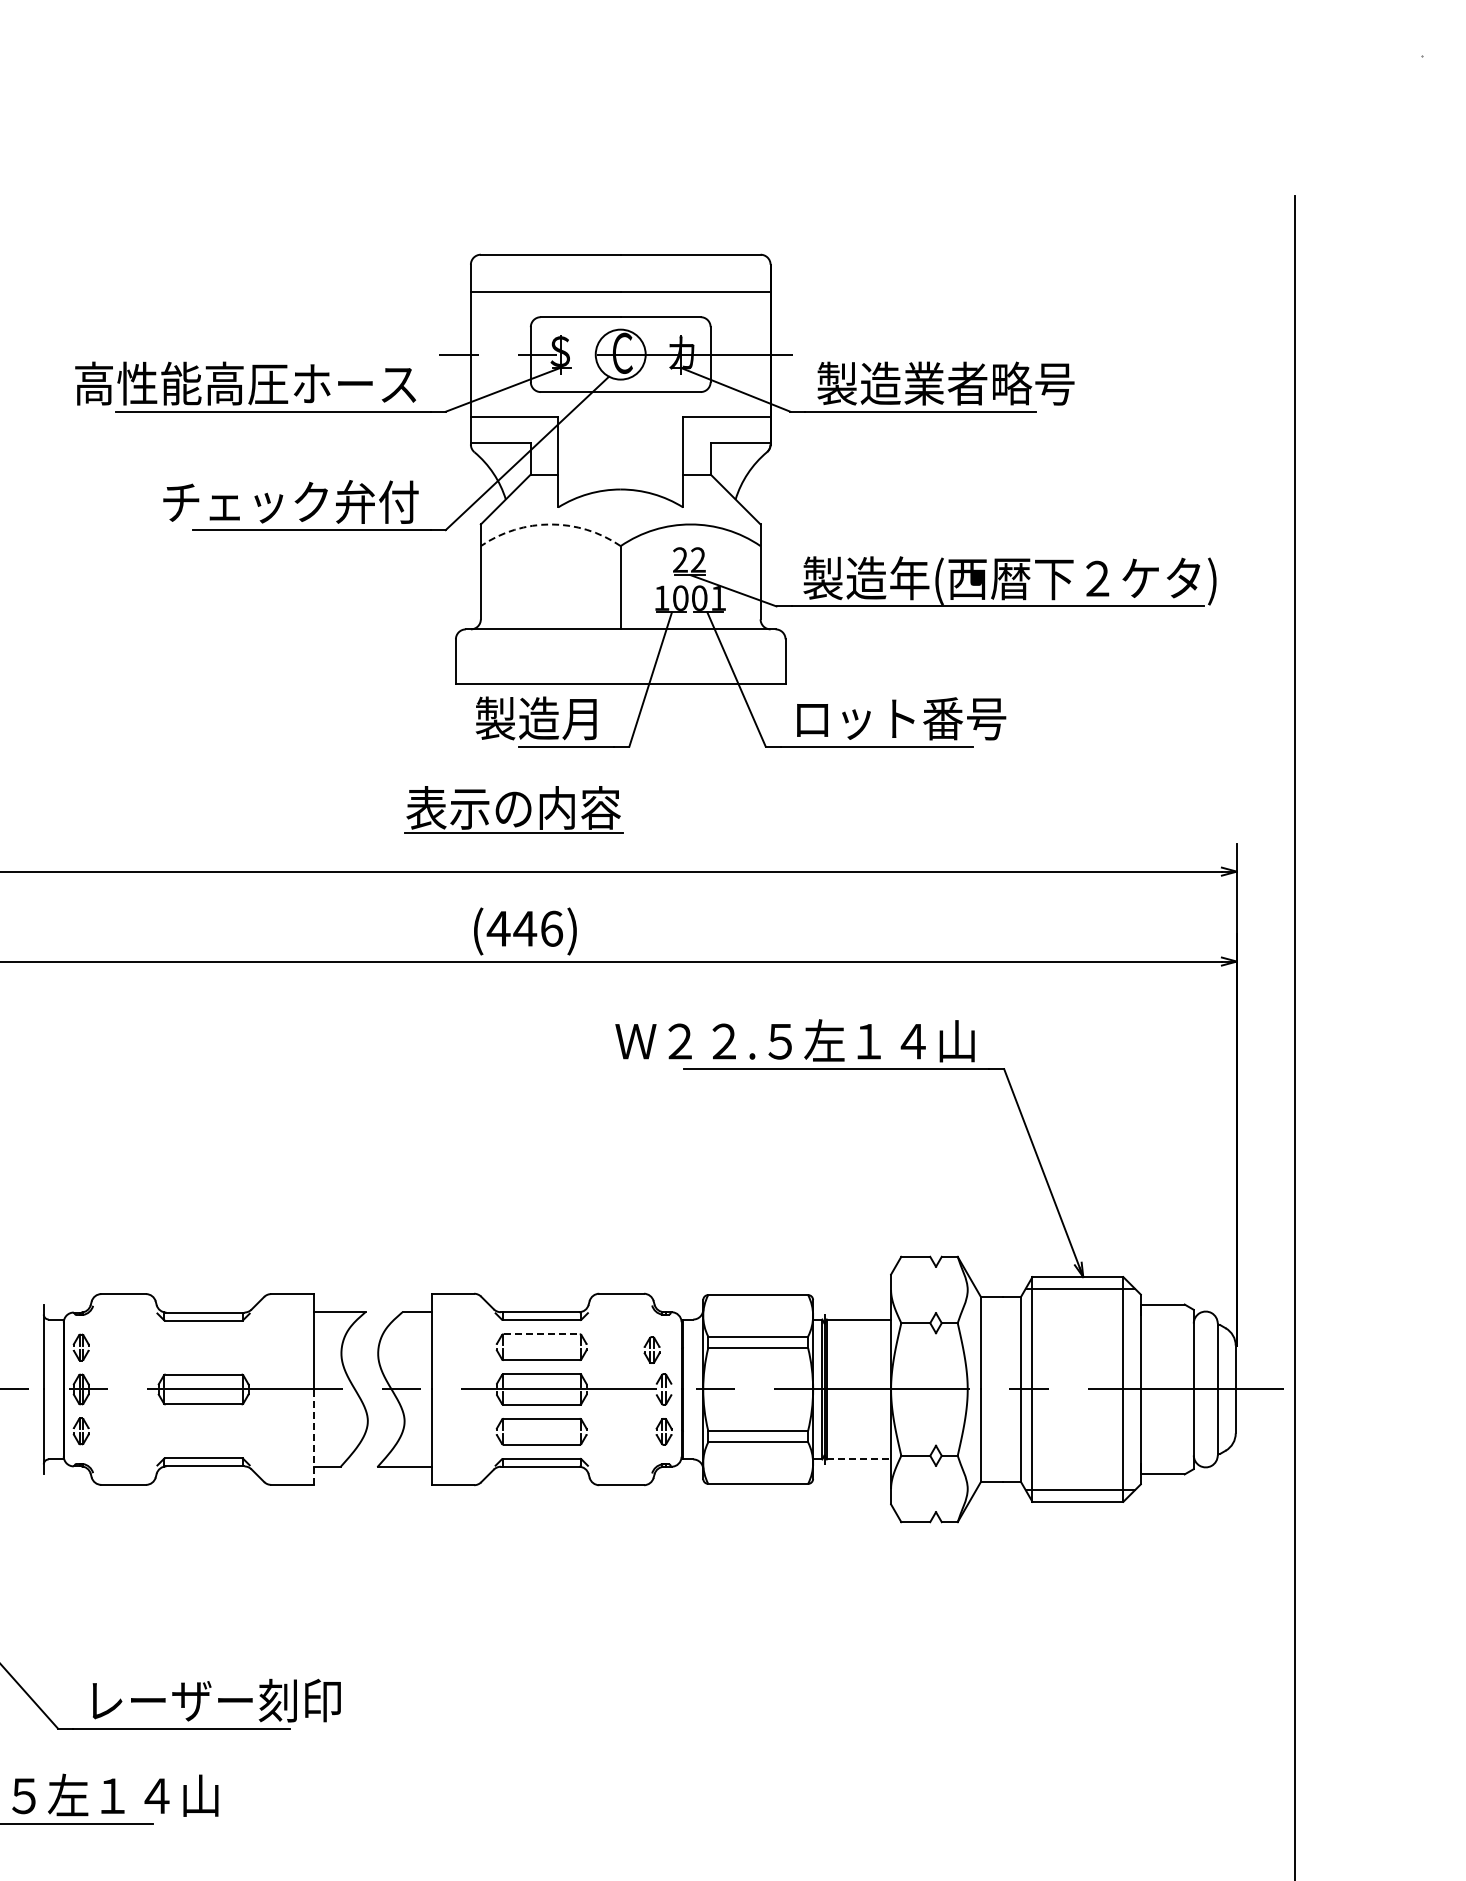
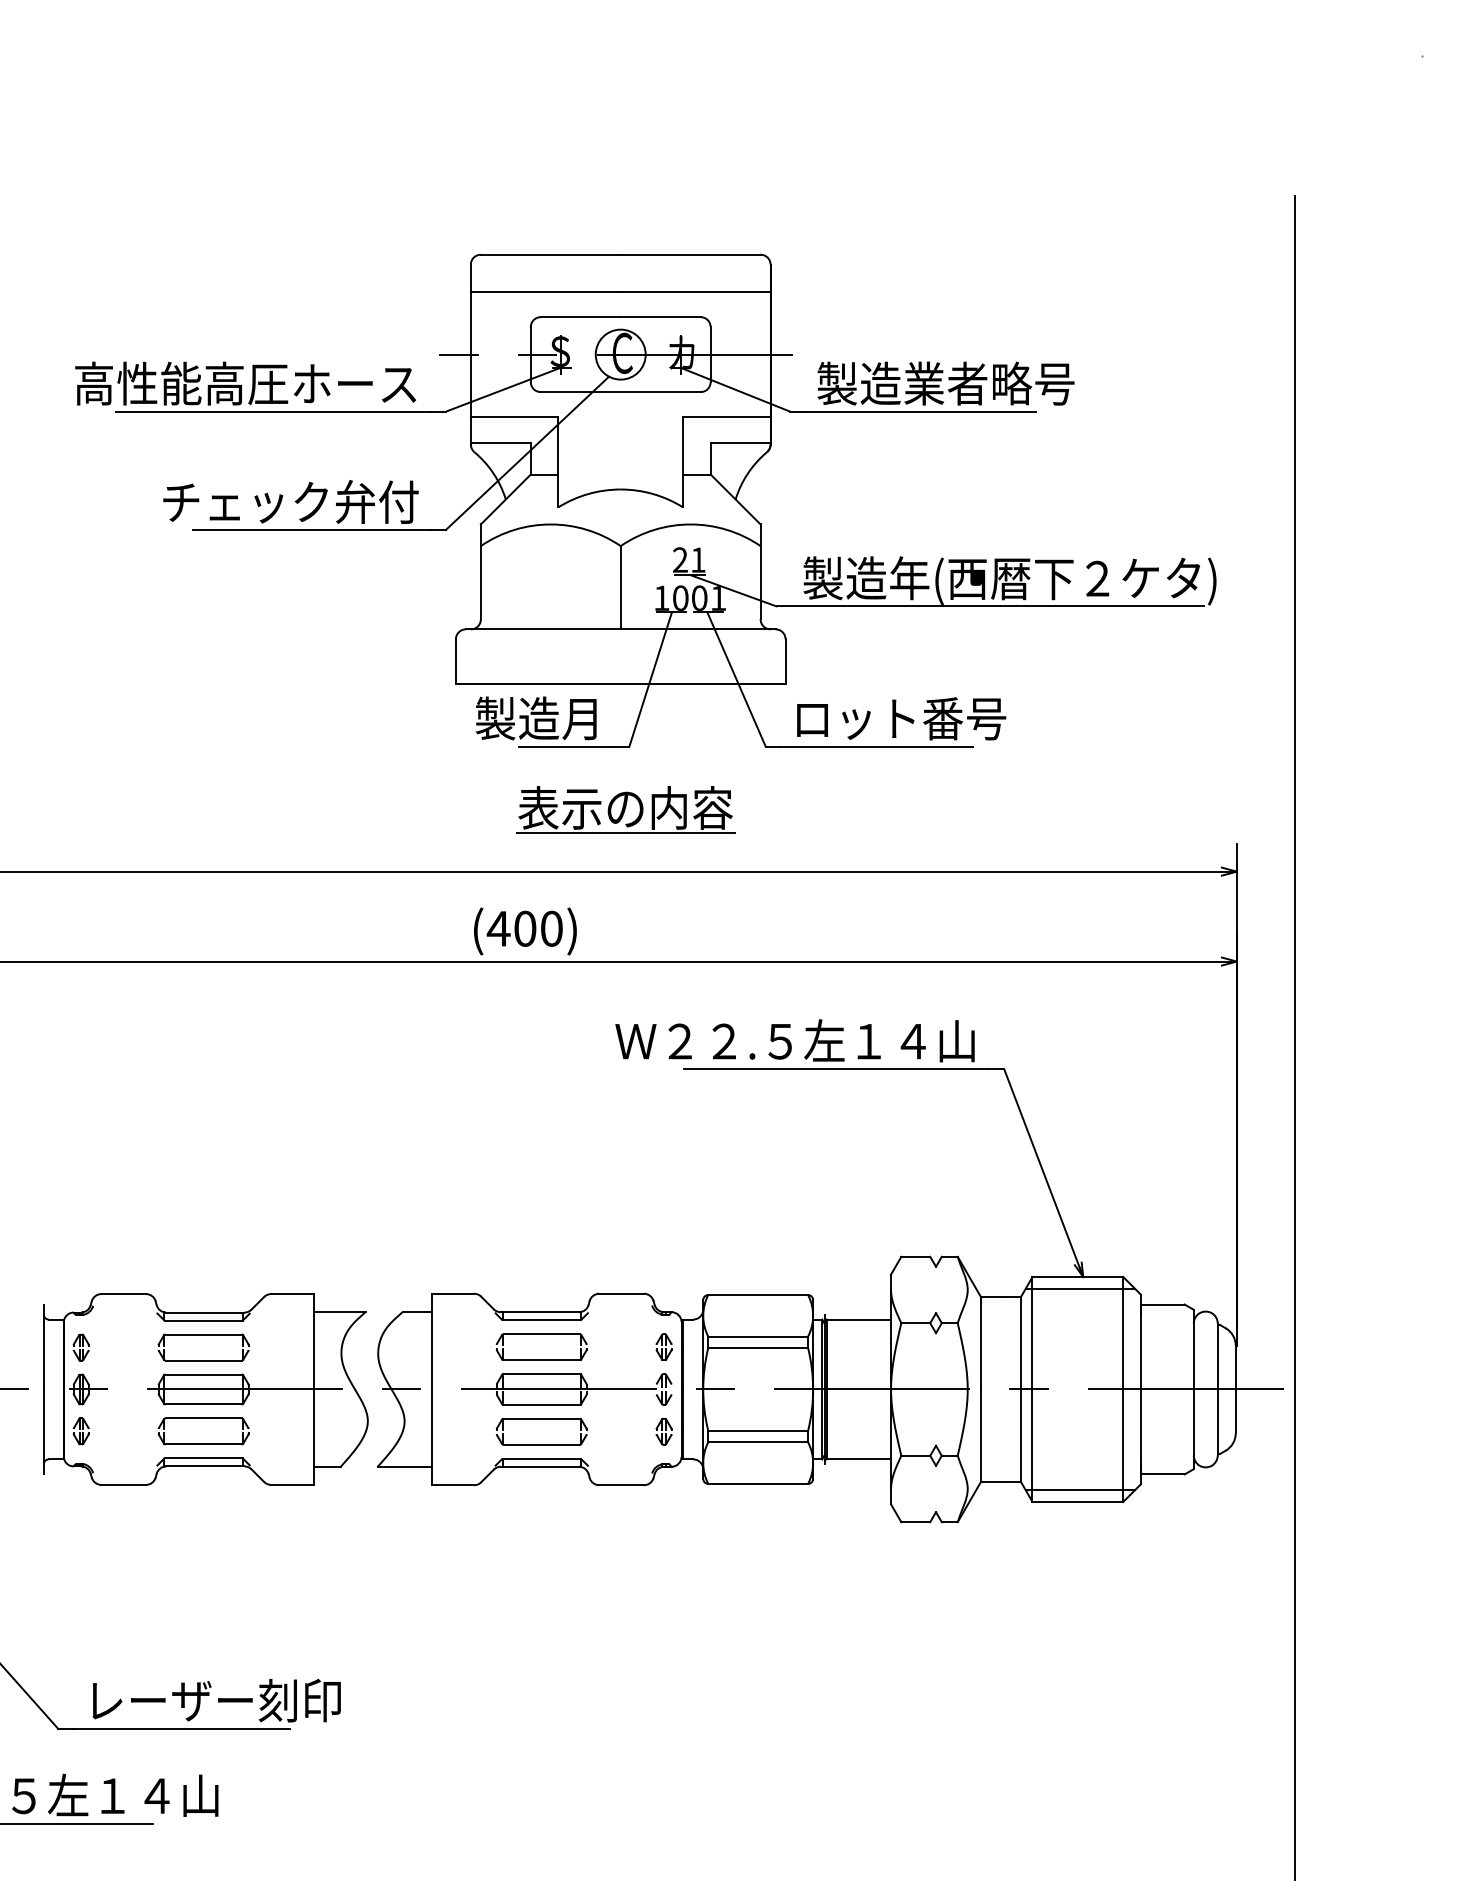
arc at (550, 524): dashed -> solid
text at (698, 559): 22 -> 21
part at (513, 809) position: (513, 809) -> (625, 809)
text at (538, 928): (446) -> (400)
line at (542, 1334): dashed -> solid
part at (203, 1335): none -> present
part at (651, 1349) position: (651, 1349) -> (663, 1346)
line at (313, 1437): dashed -> solid
part at (203, 1443): none -> present
line at (859, 1459): dashed -> solid
